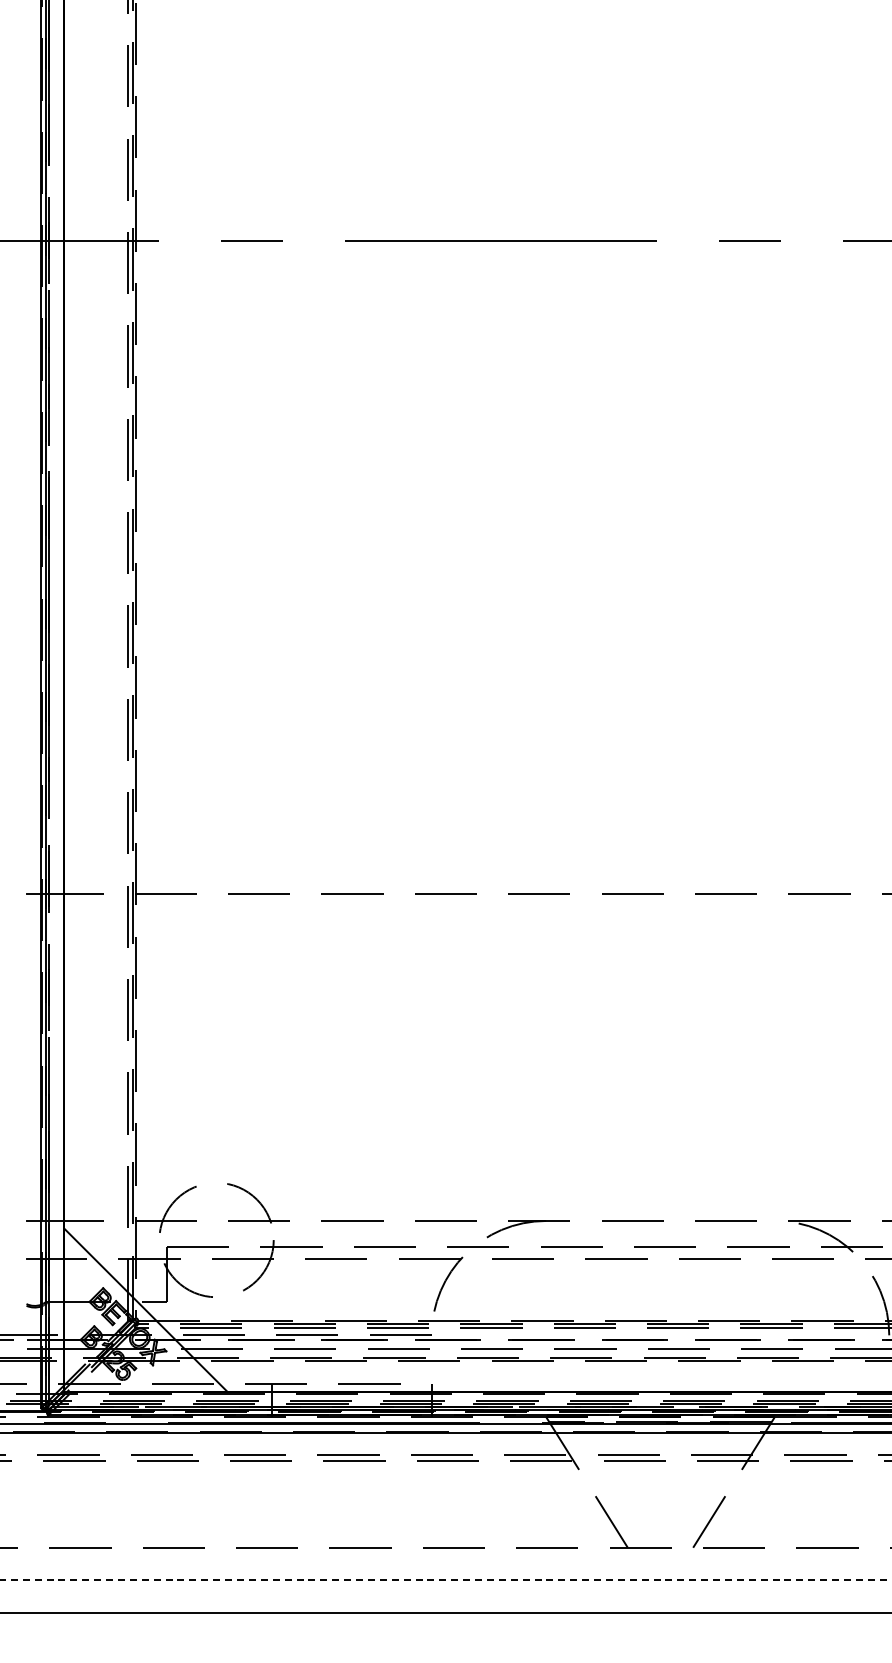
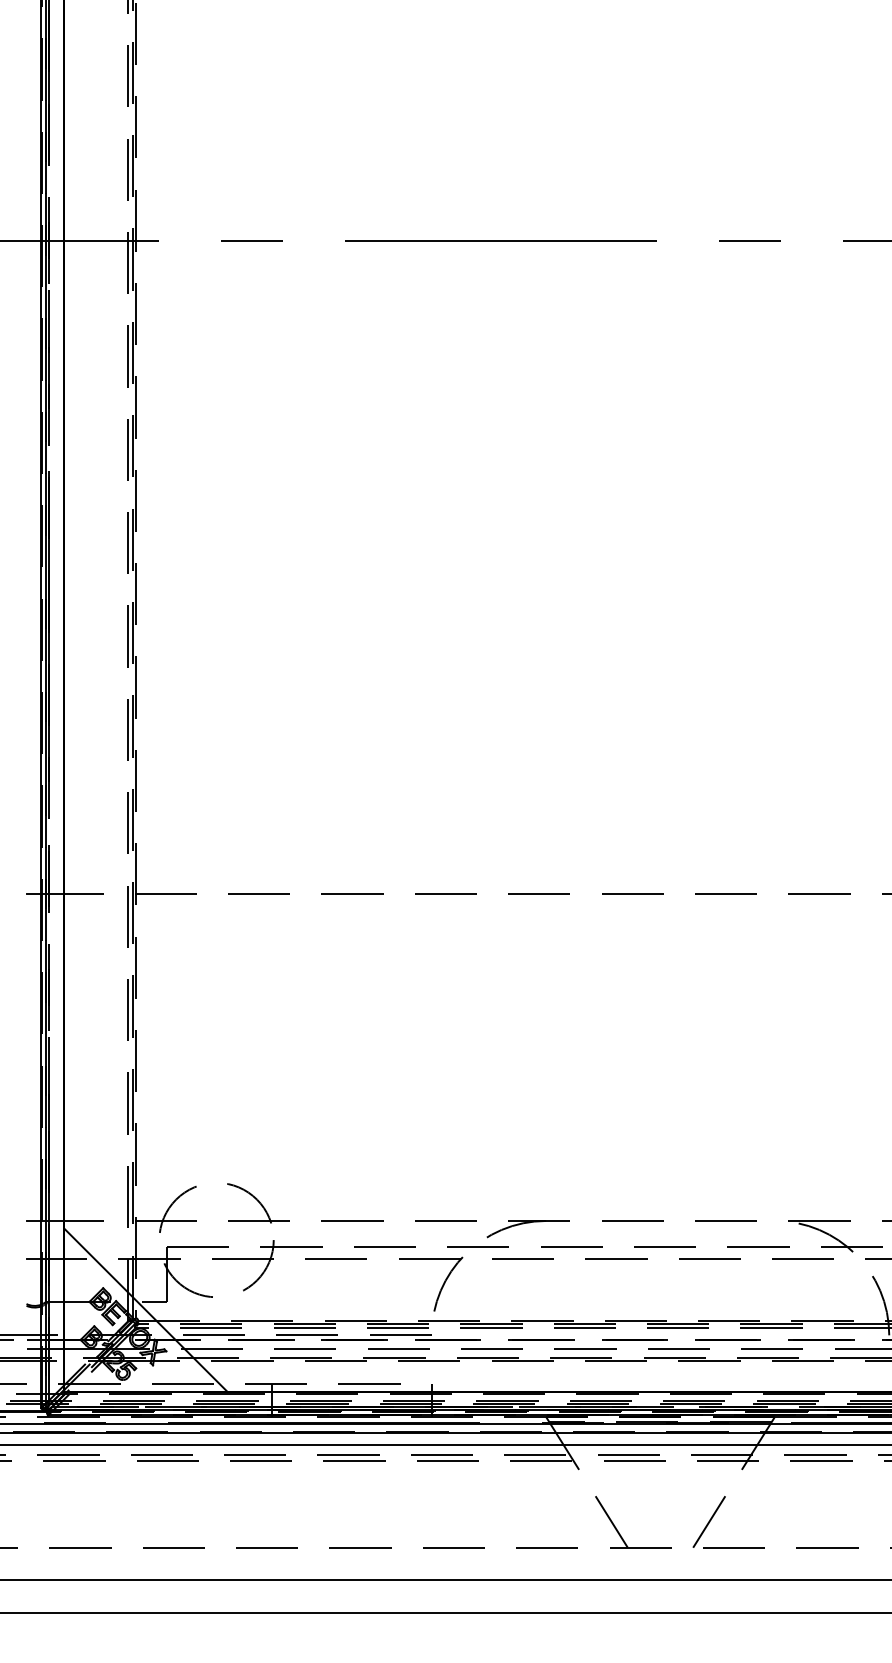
line at (445, 1444): none -> present
line at (445, 1580): dashed -> solid
